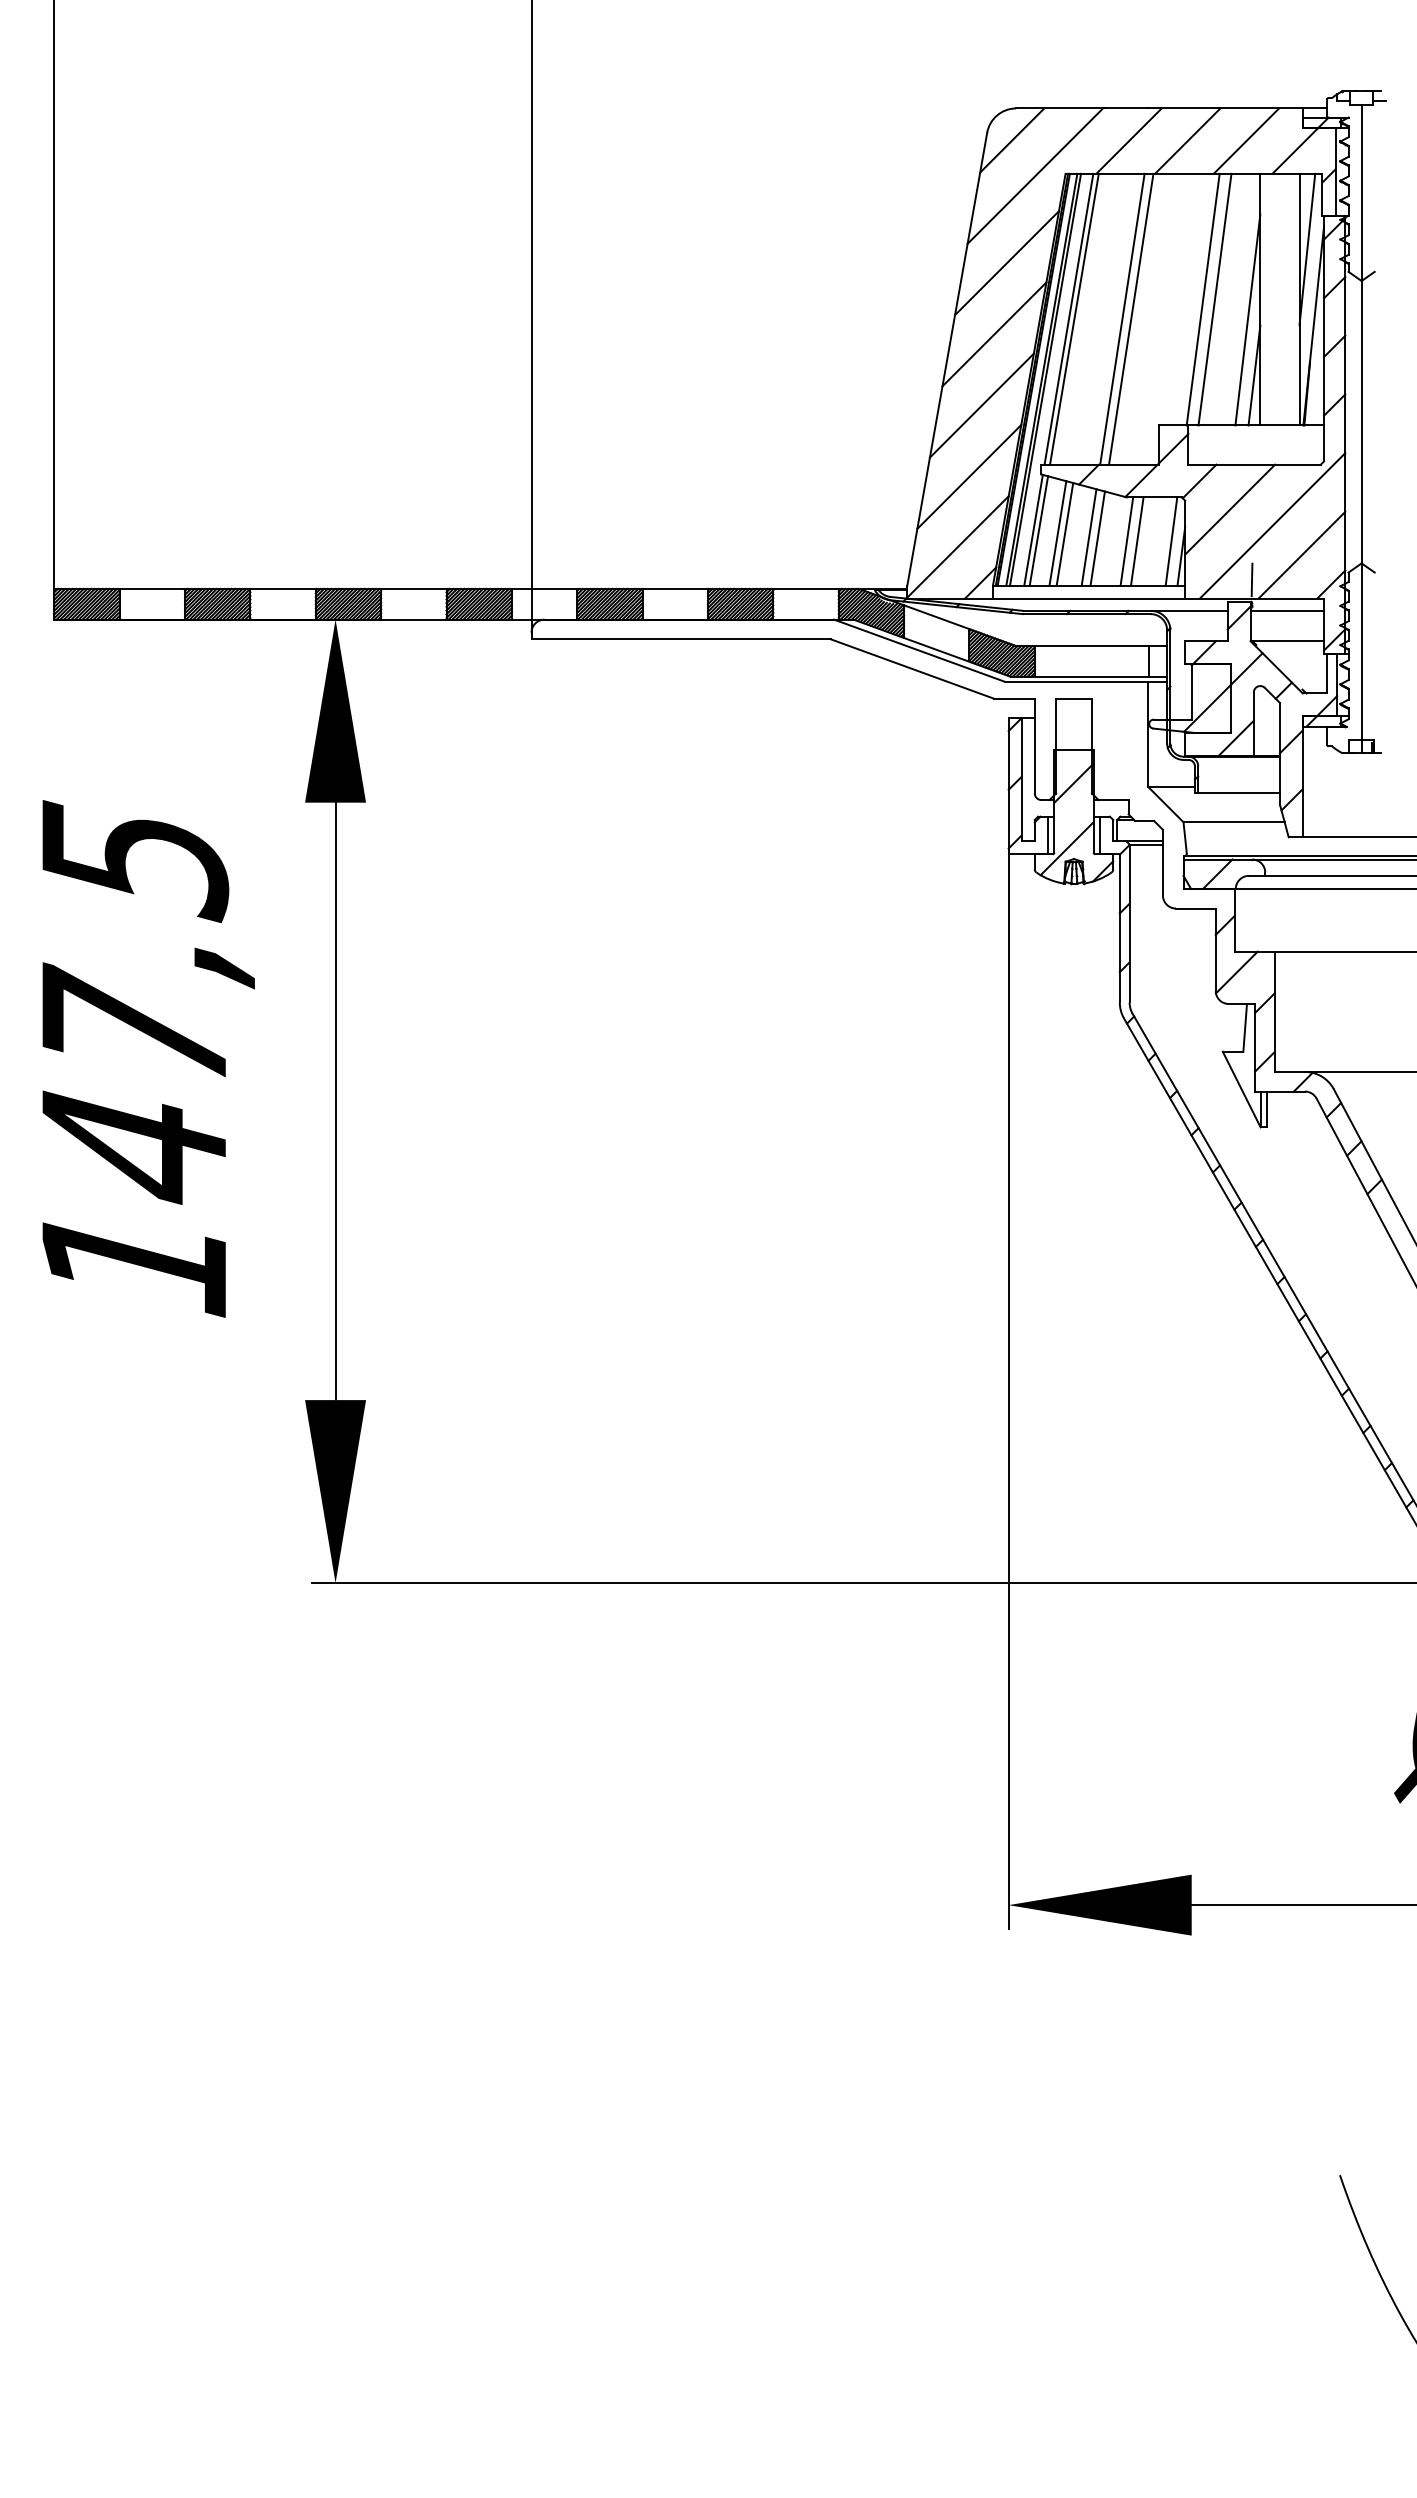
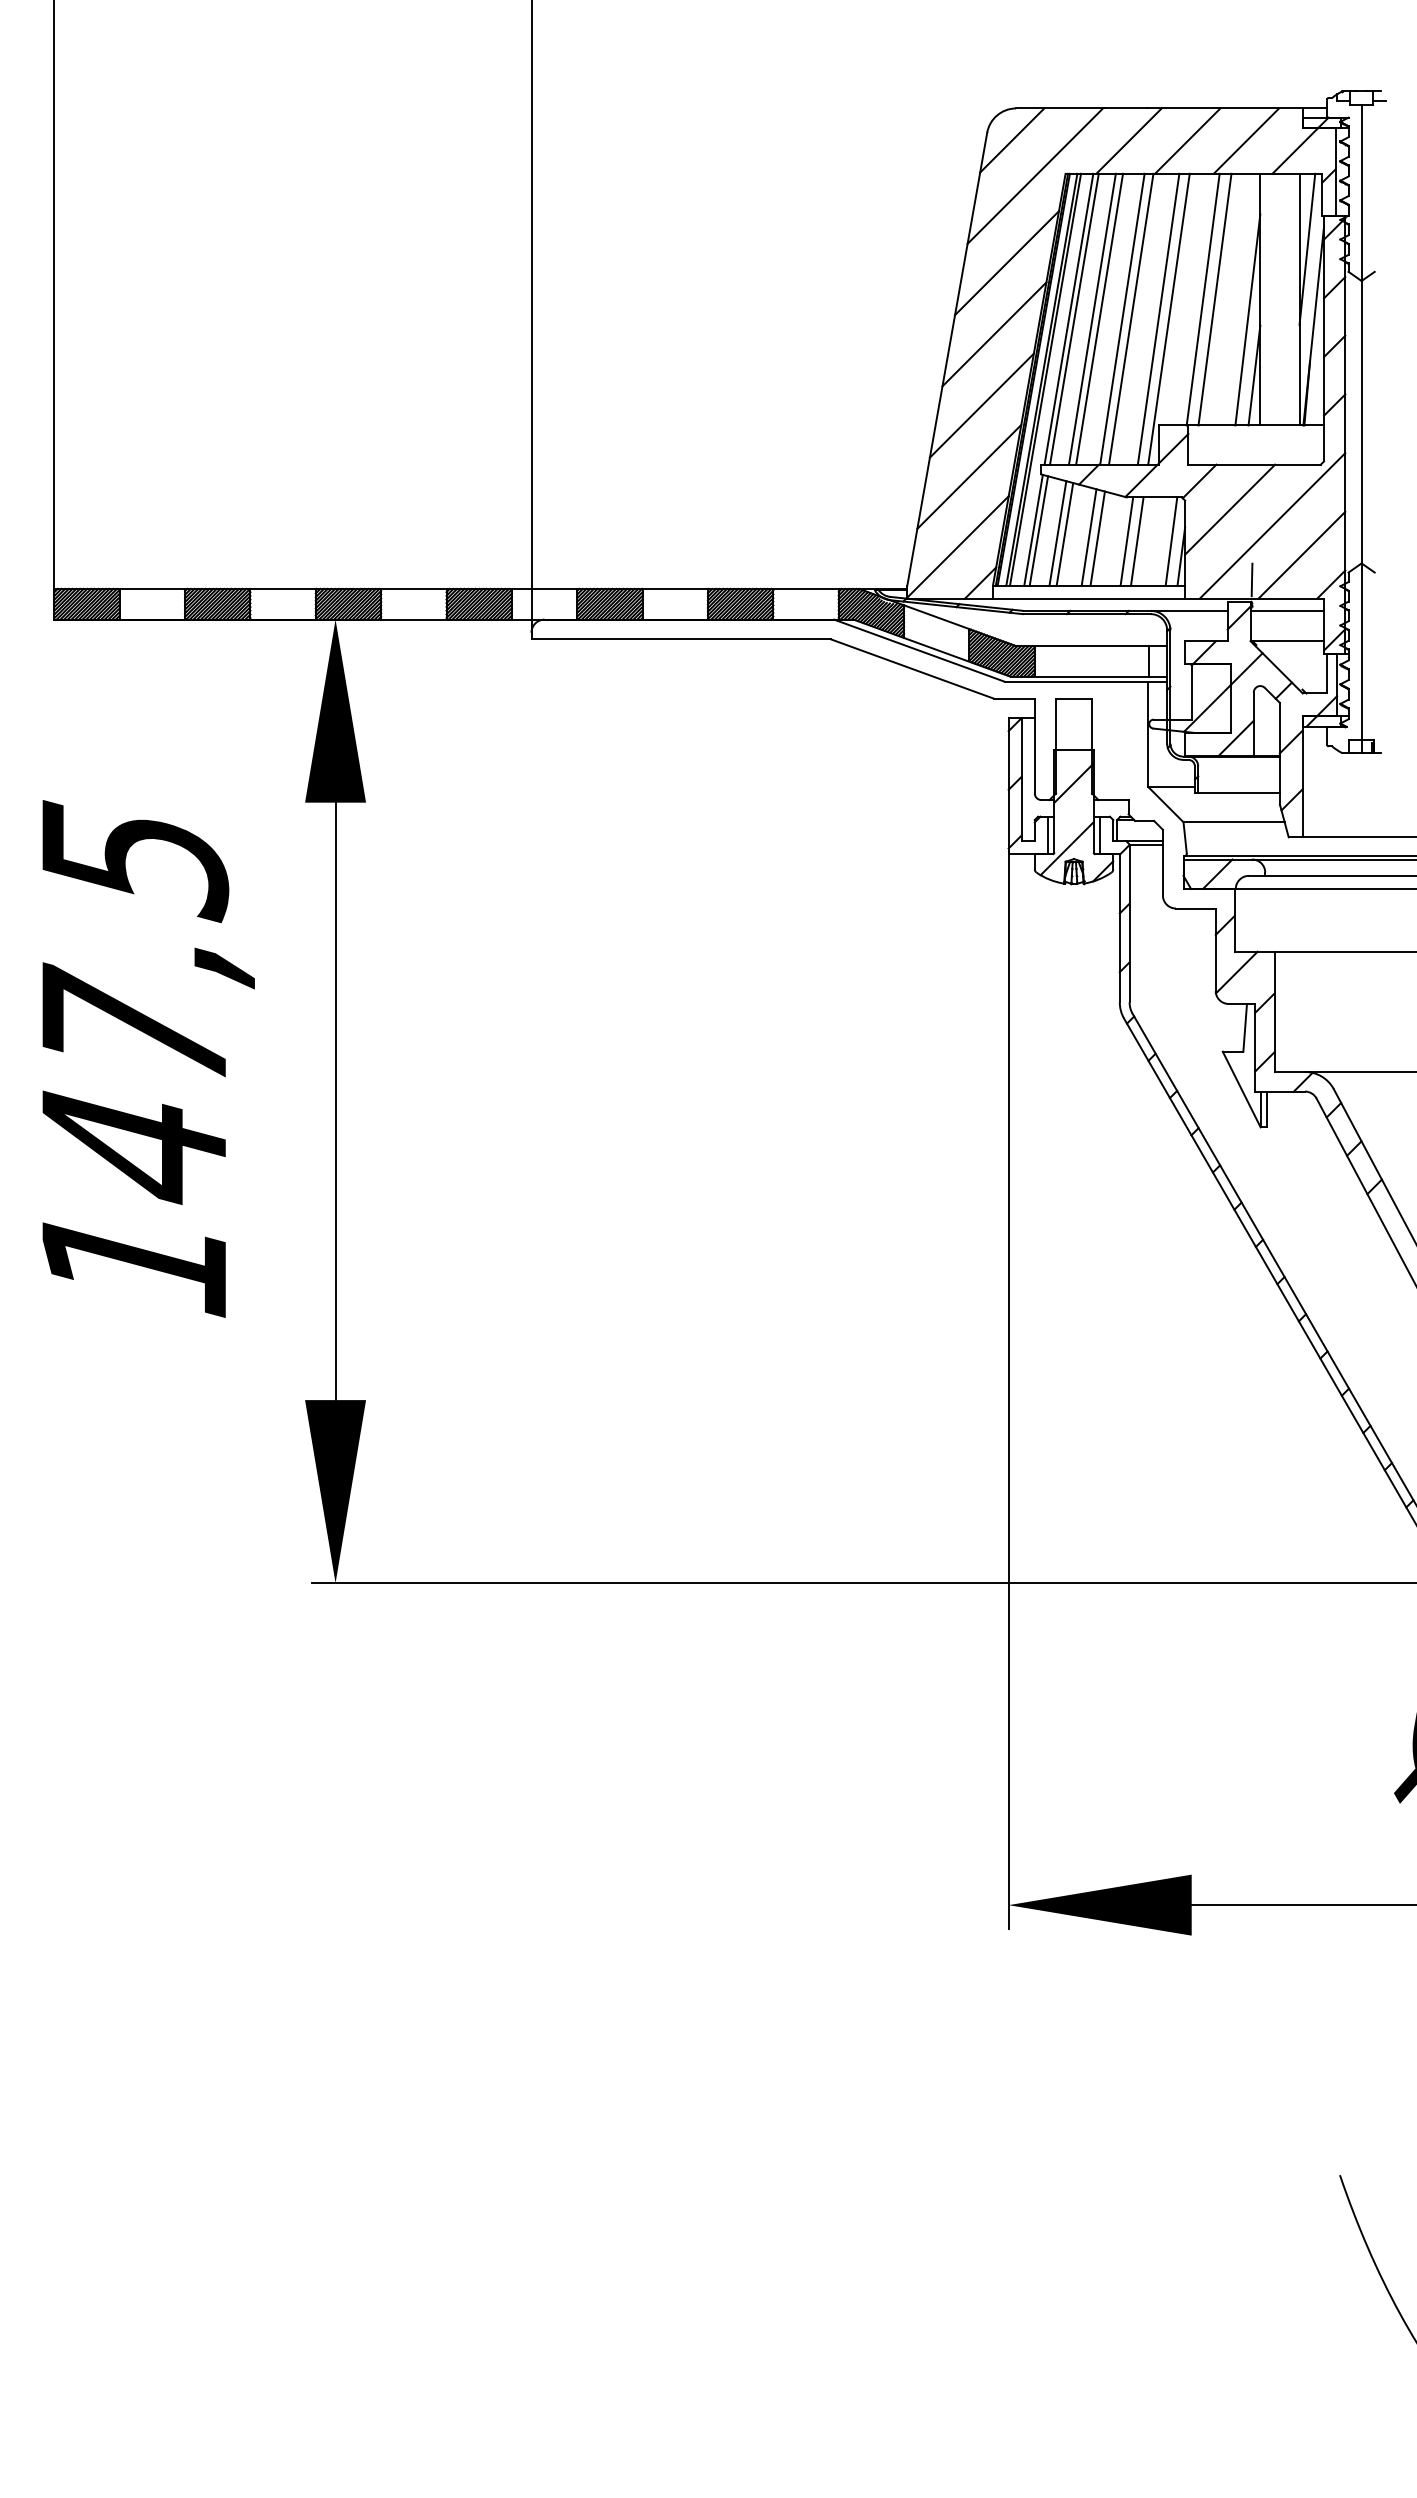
line at (1092, 318): none -> present
line at (1099, 318): none -> present
line at (1158, 318): none -> present
line at (1168, 318): none -> present
